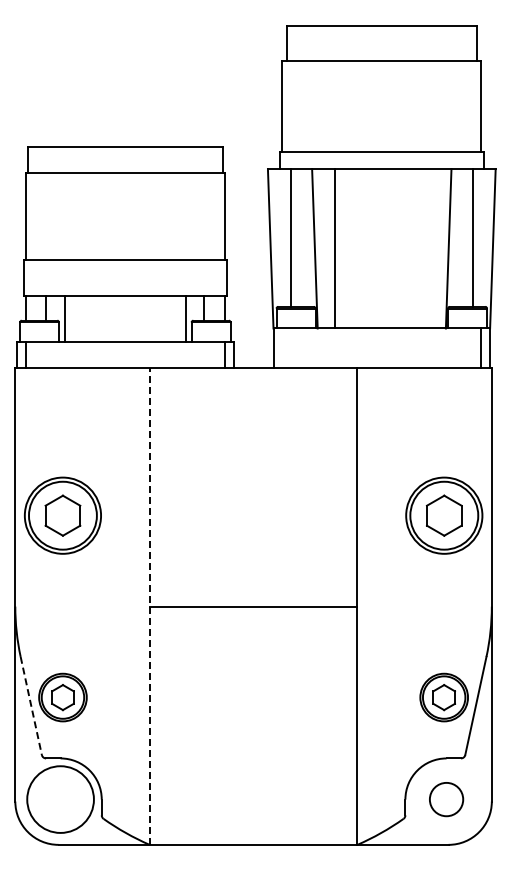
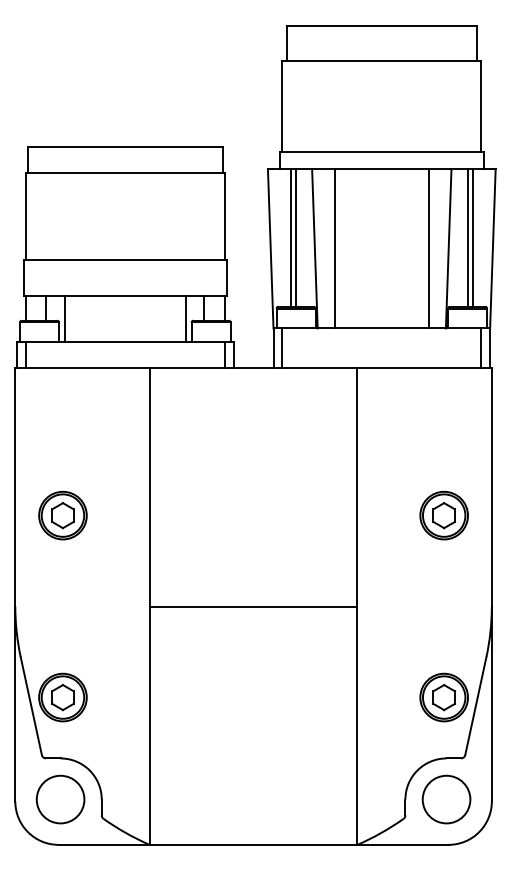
line at (296, 237): none -> present
line at (467, 237): none -> present
line at (428, 248): none -> present
line at (282, 348): none -> present
part at (62, 515) size: 78x79 px -> 50x51 px
part at (444, 515) size: 79x79 px -> 50x51 px
line at (149, 606): dashed -> solid
line at (31, 706): dashed -> solid
circle at (60, 799) diameter: 67 px -> 48 px
circle at (446, 799) size: 36x36 px -> 51x51 px
